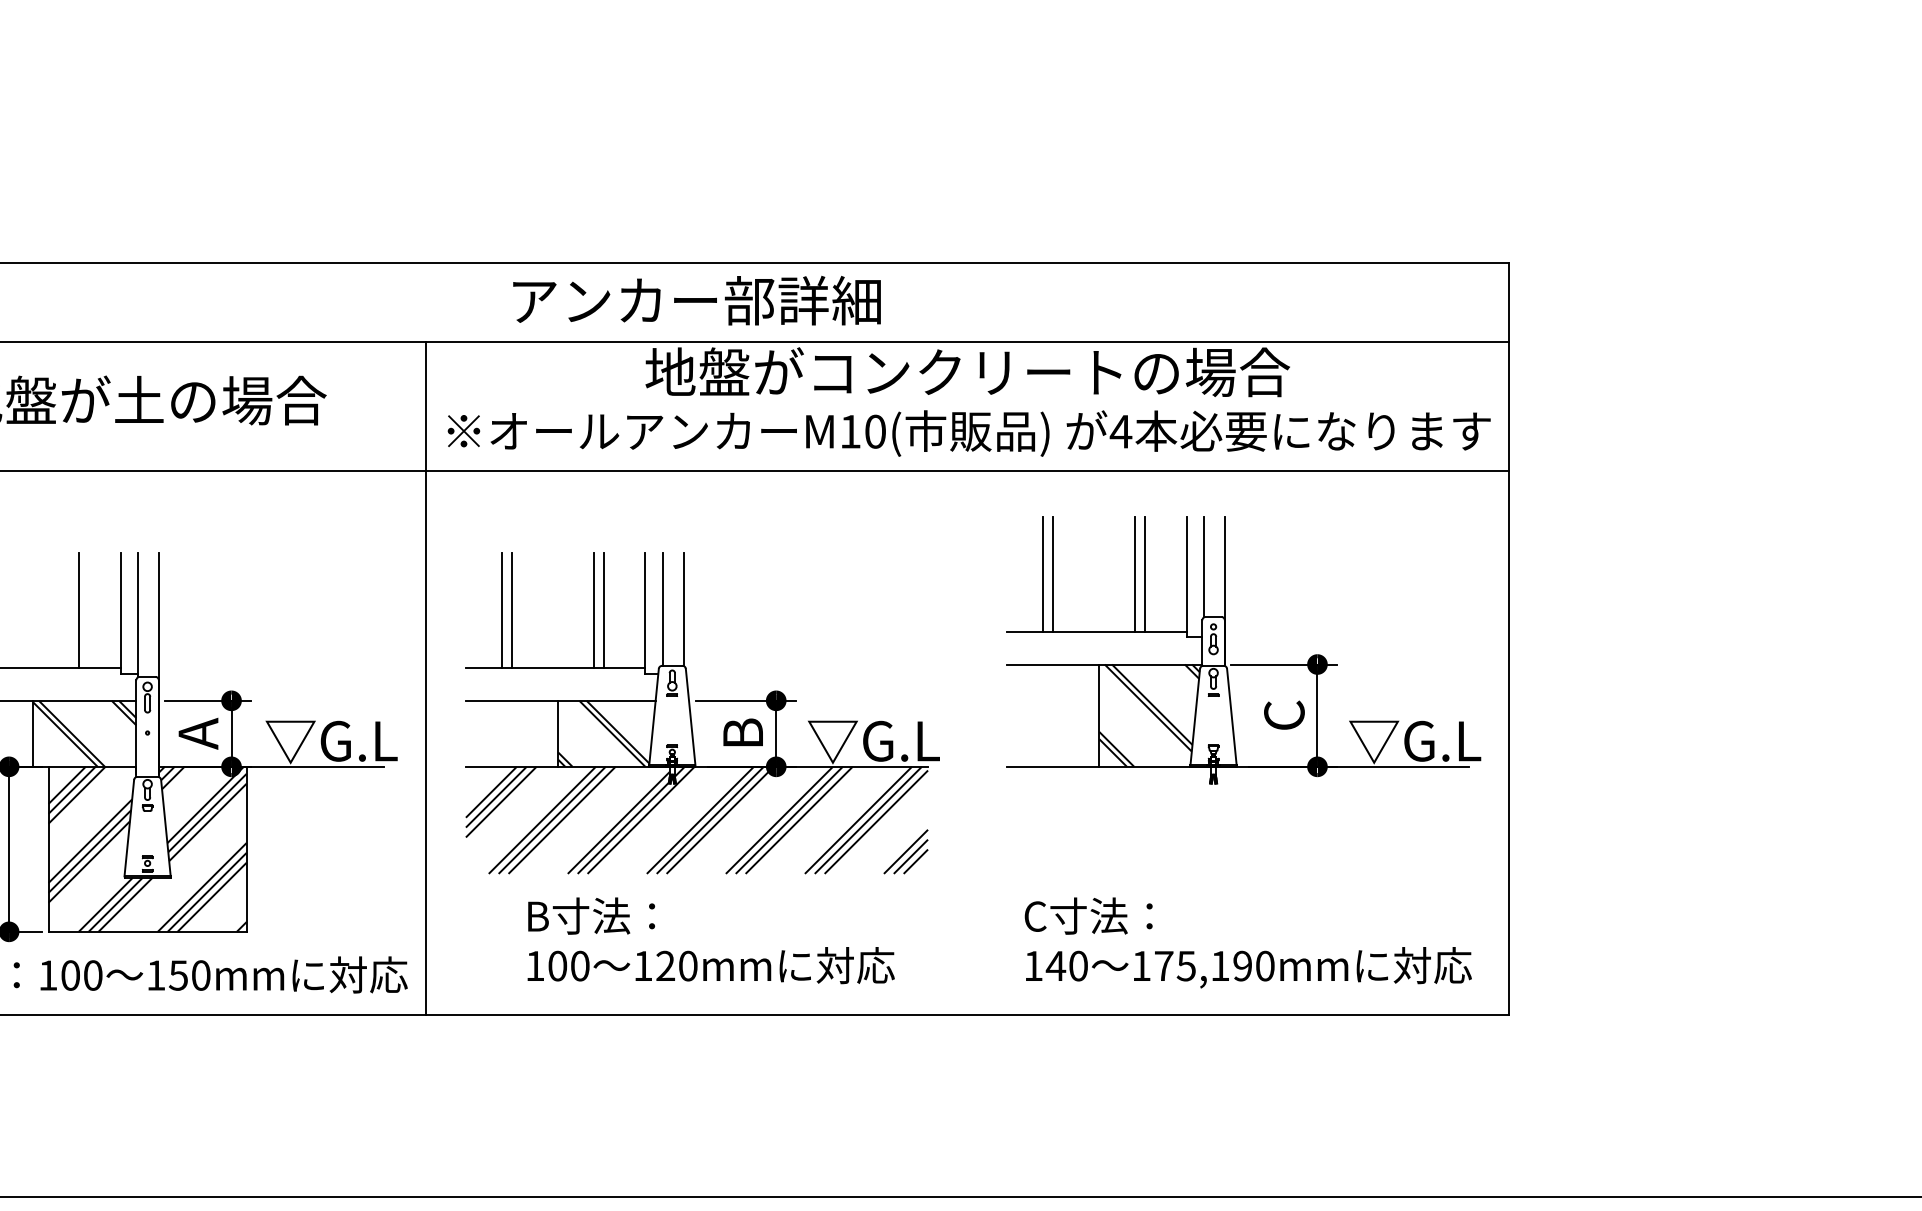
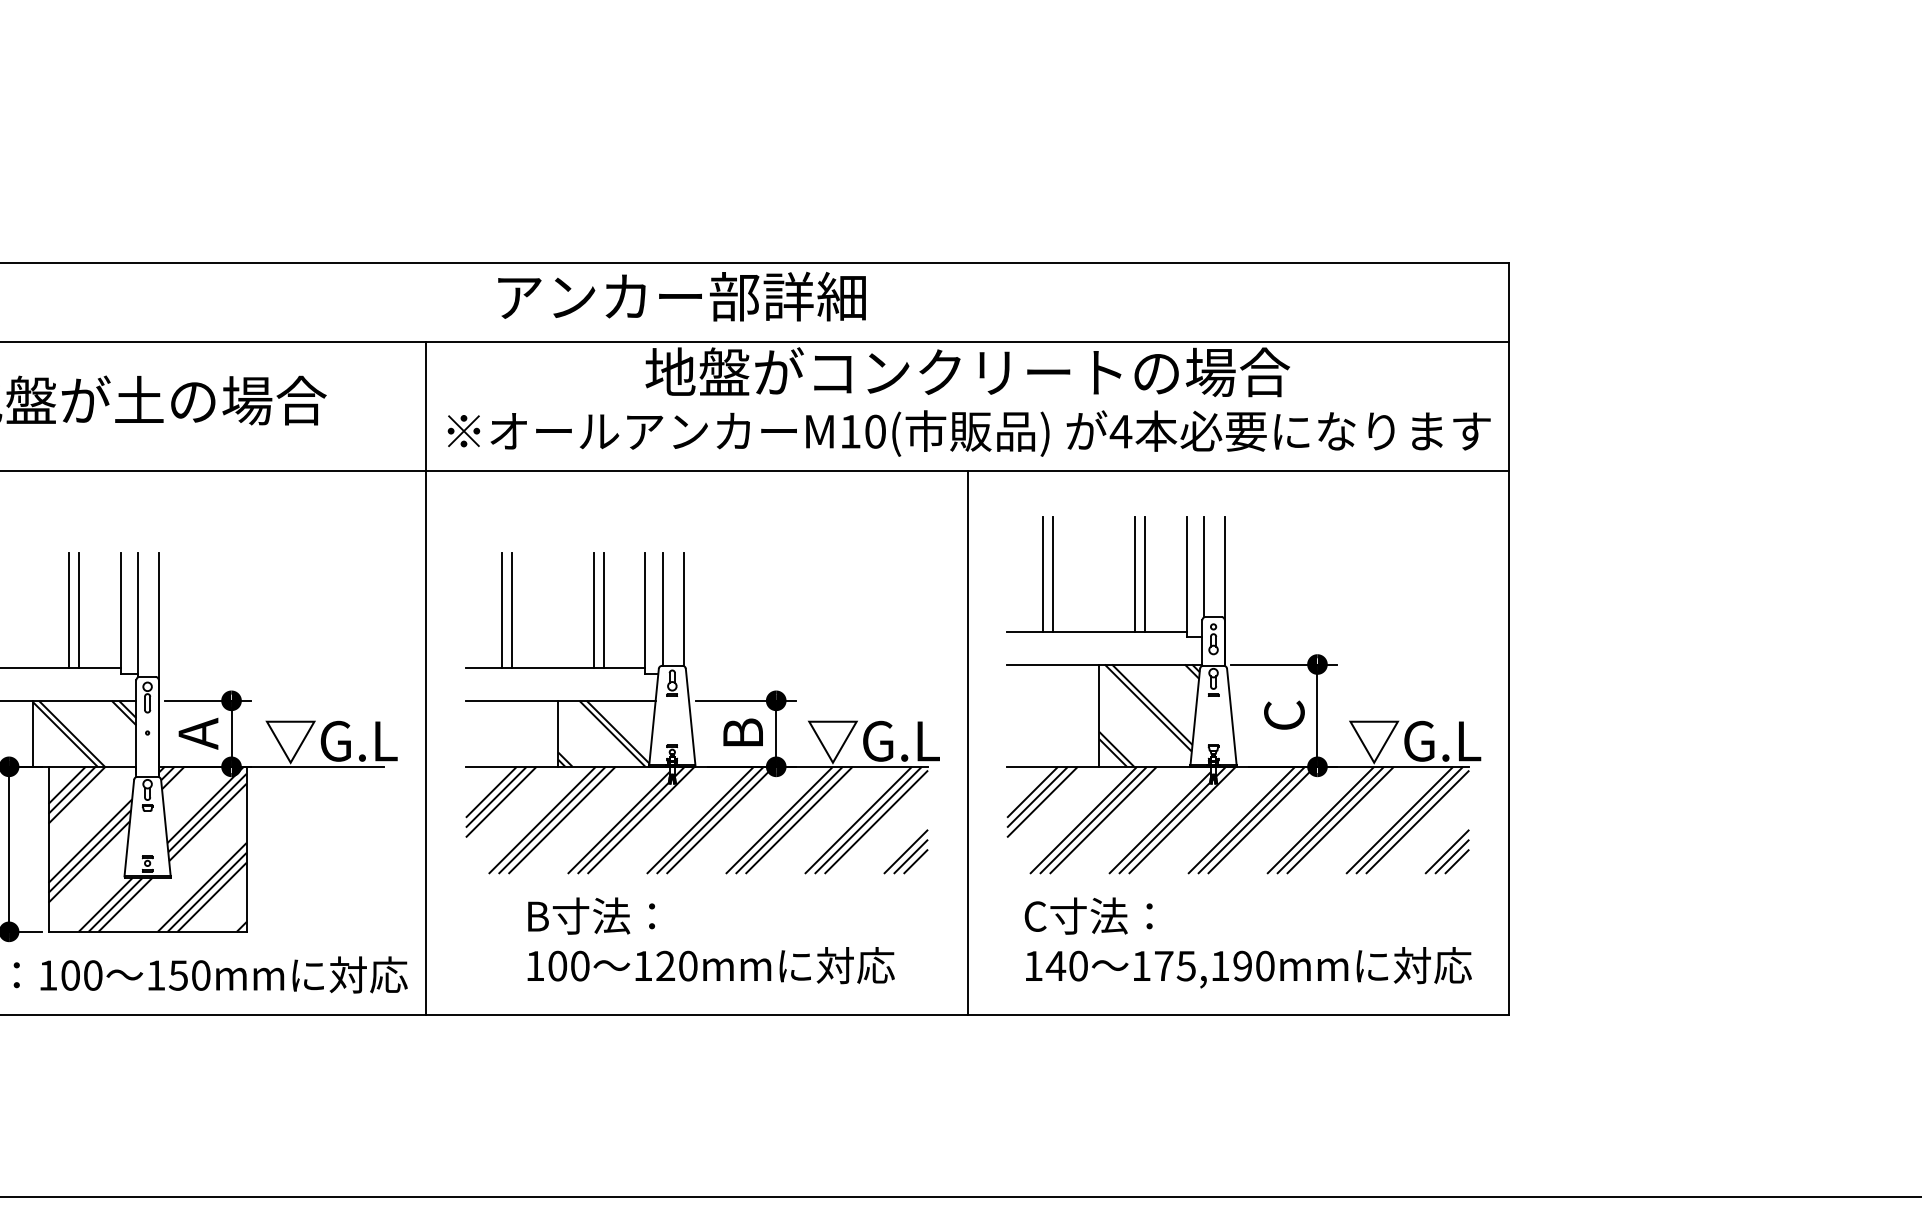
text at (696, 300) position: (696, 300) -> (681, 296)
line at (69, 610): none -> present
line at (967, 742): none -> present
hatch at (1238, 819): none -> present
